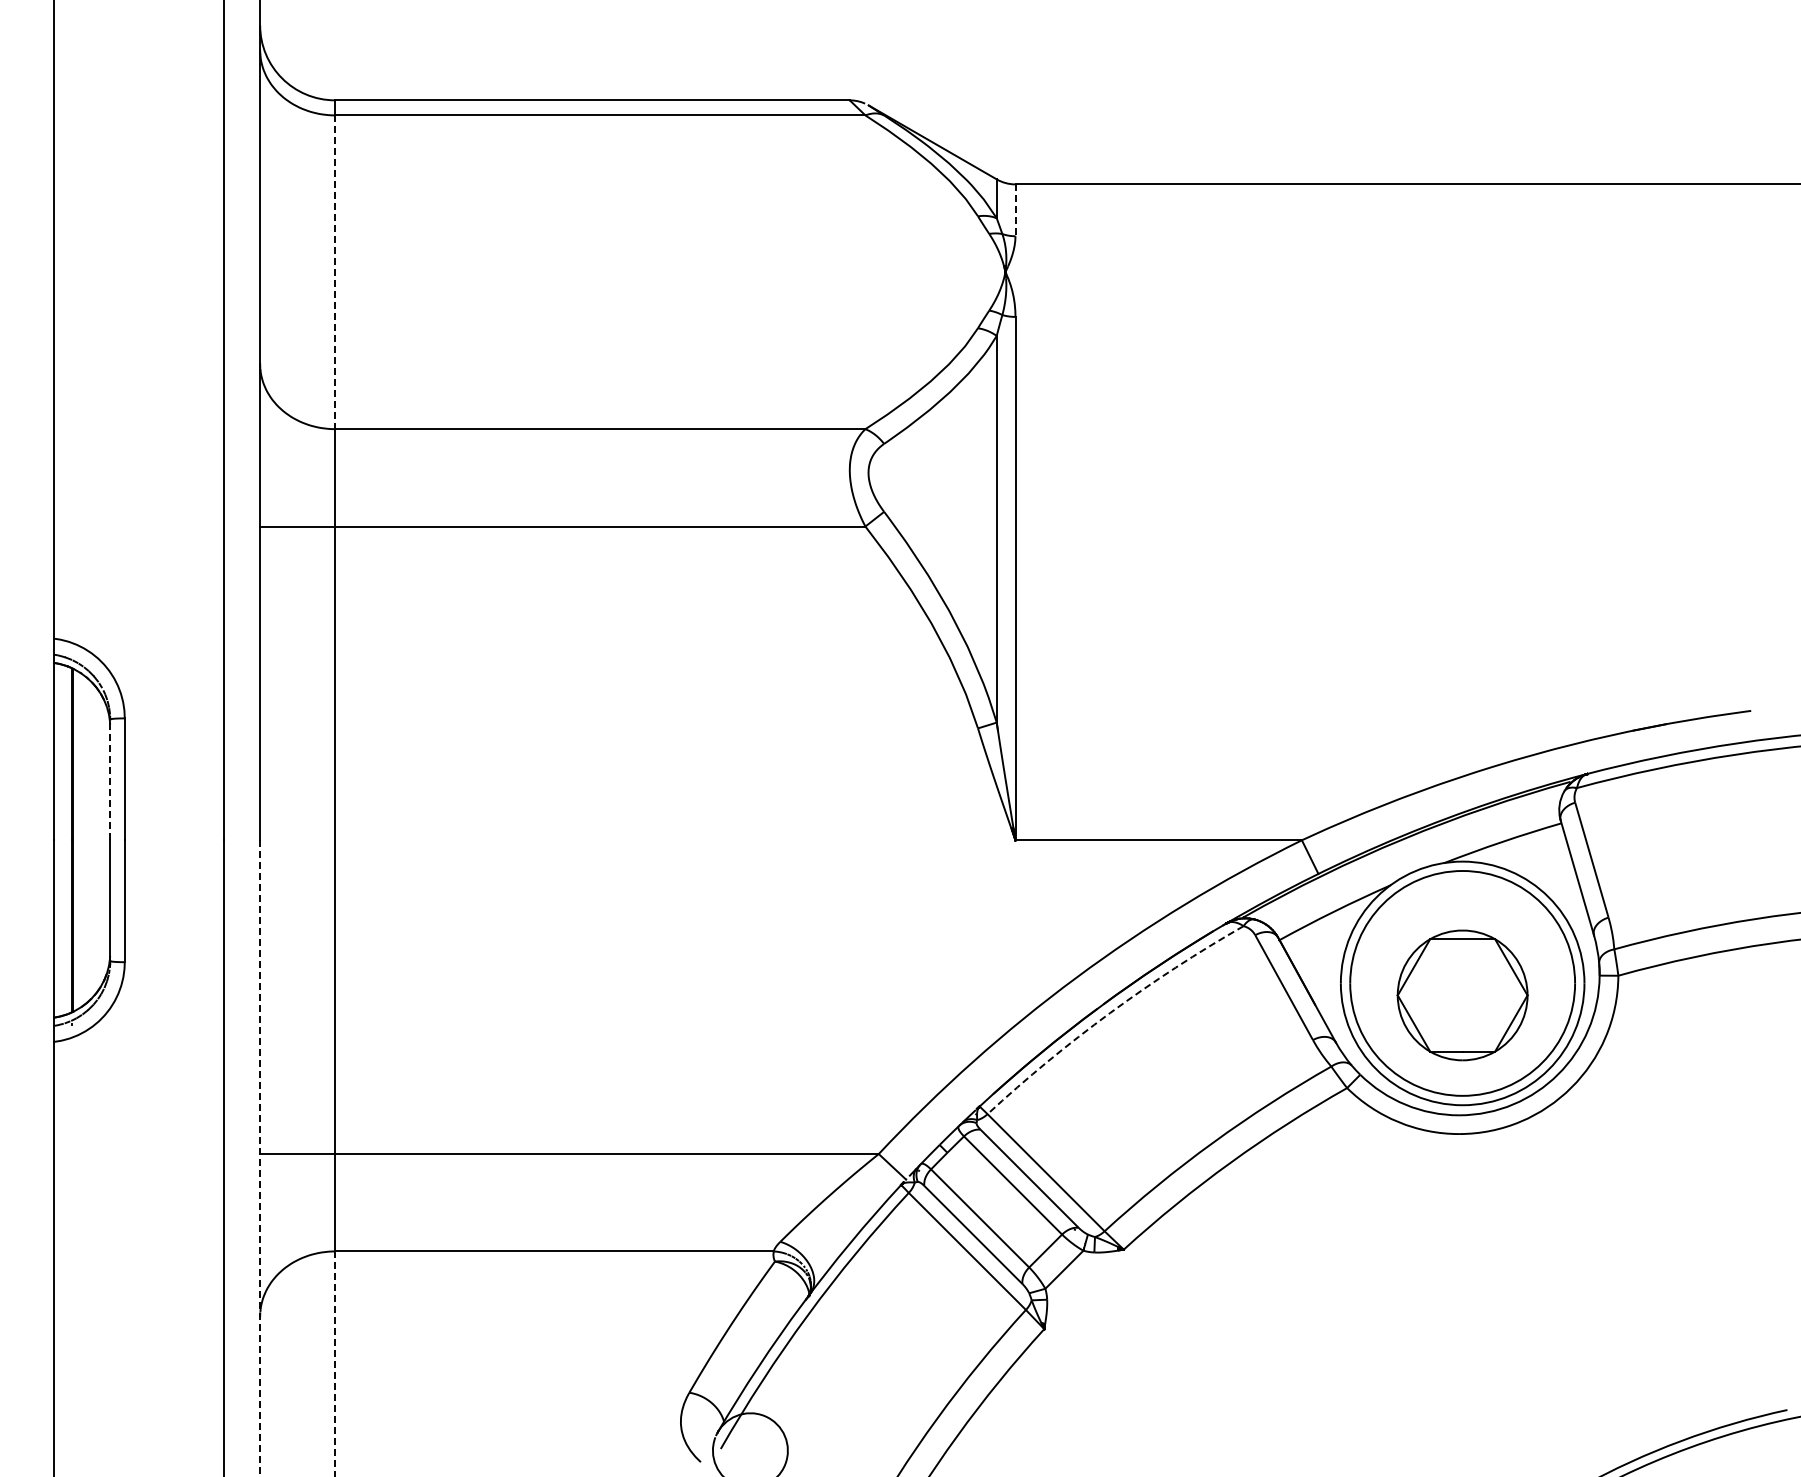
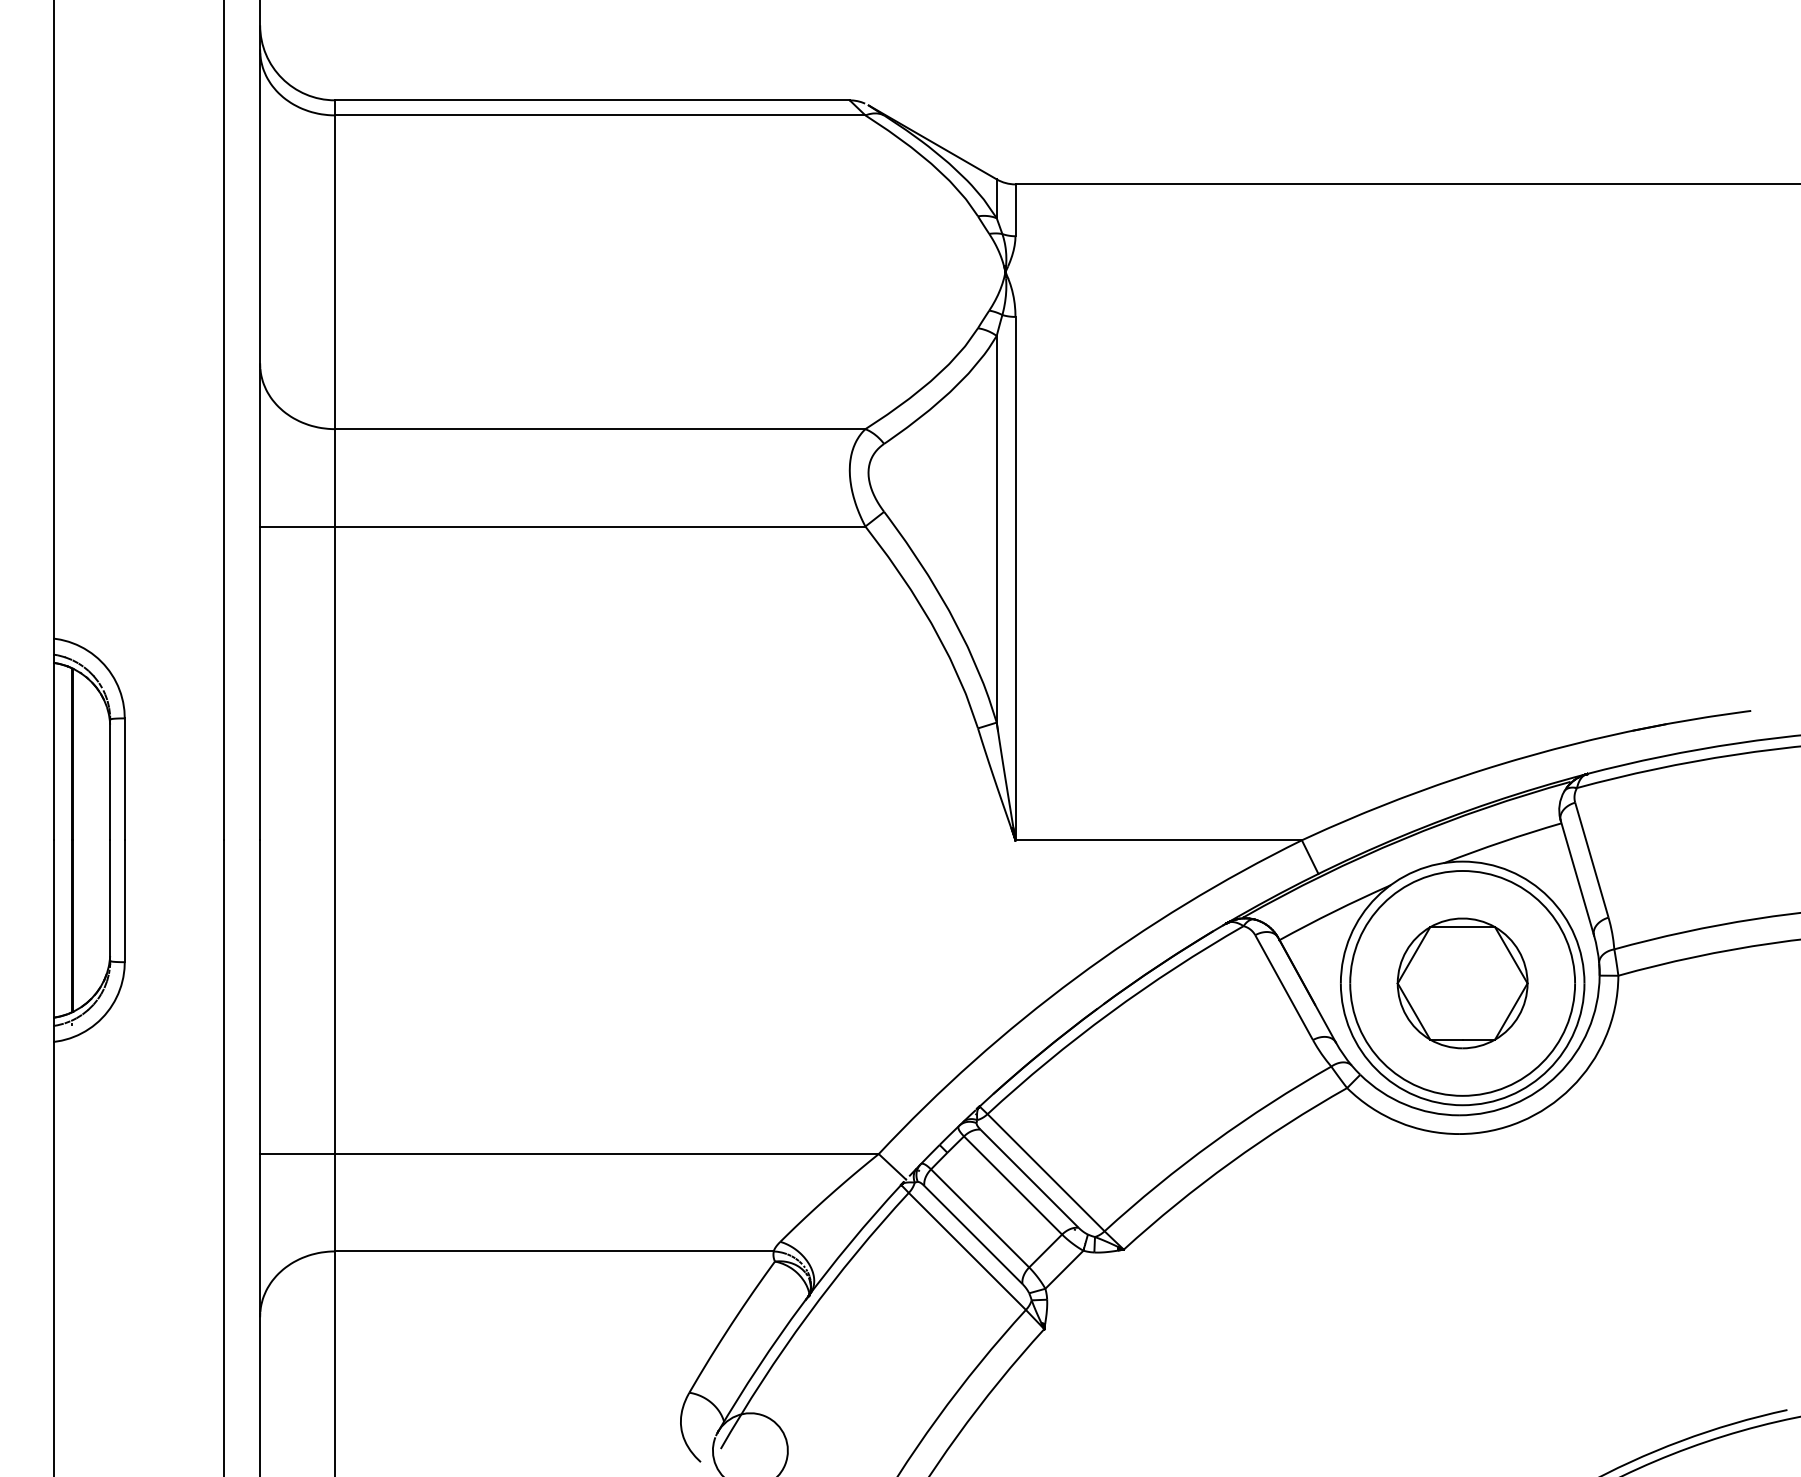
line at (1015, 210): dashed -> solid
line at (335, 272): dashed -> solid
line at (110, 779): dashed -> solid
part at (1462, 995) position: (1462, 995) -> (1462, 983)
arc at (1110, 1012): dashed -> solid
line at (260, 1158): dashed -> solid
line at (335, 1364): dashed -> solid
